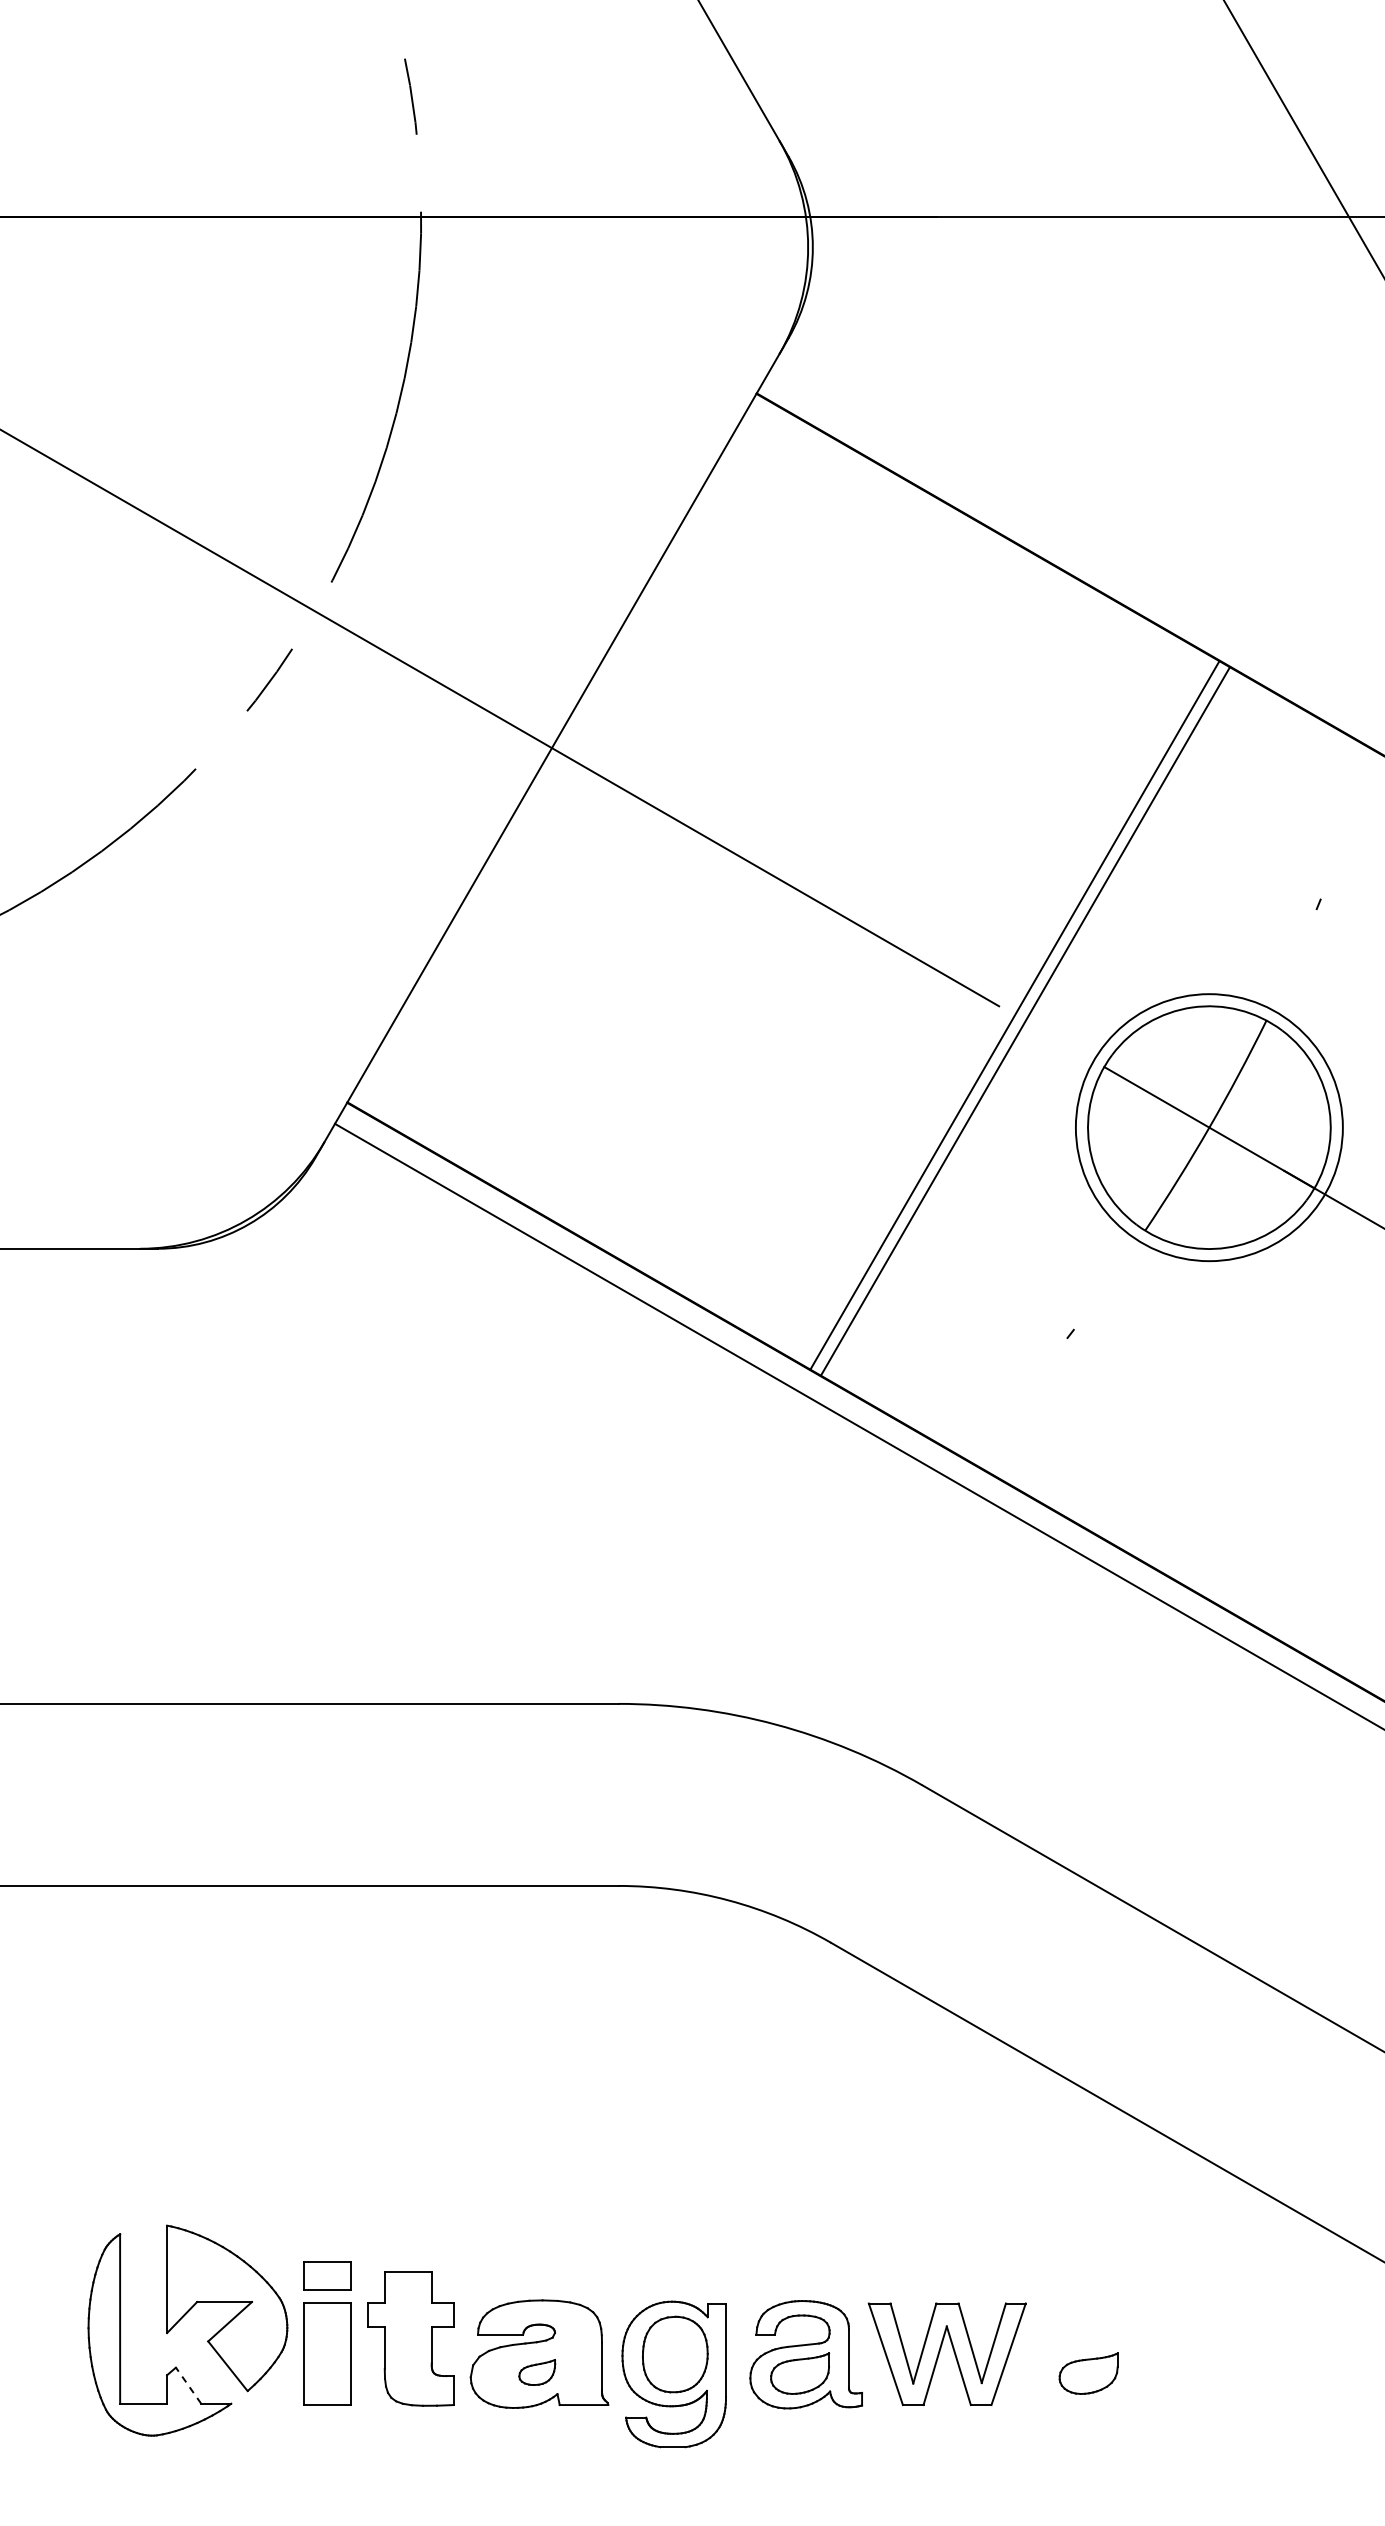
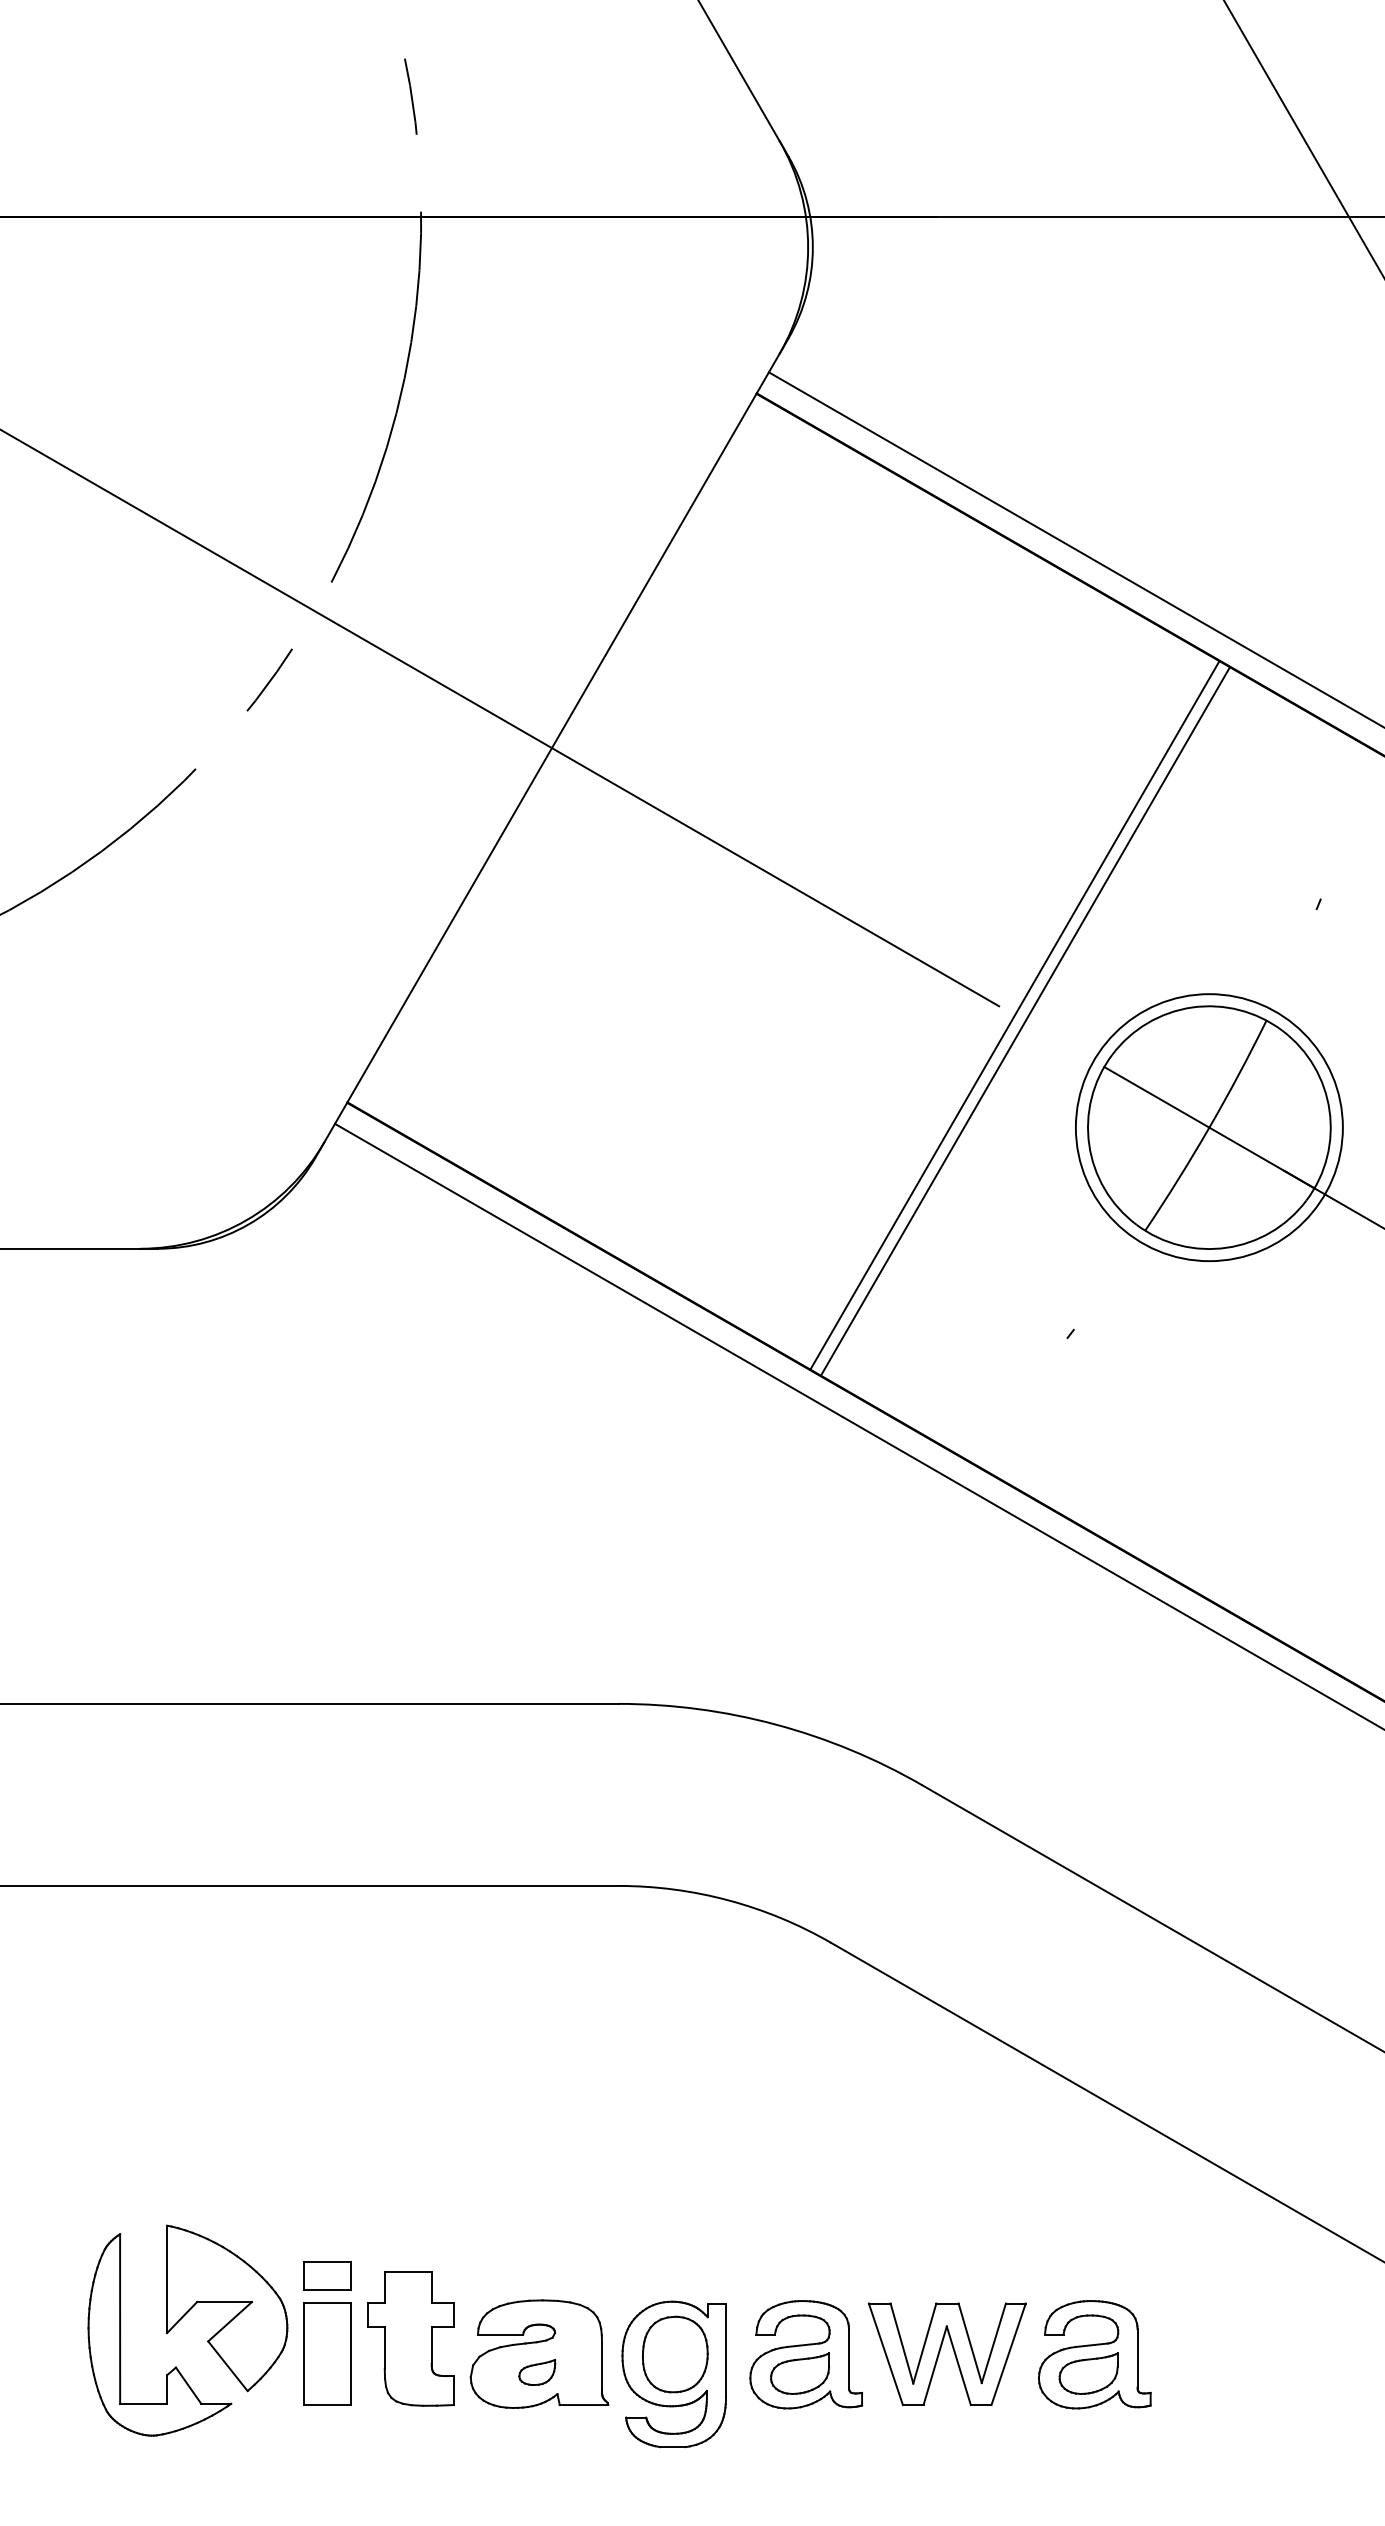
line at (1074, 548): none -> present
part at (1094, 2354): none -> present
line at (188, 2385): dashed -> solid
